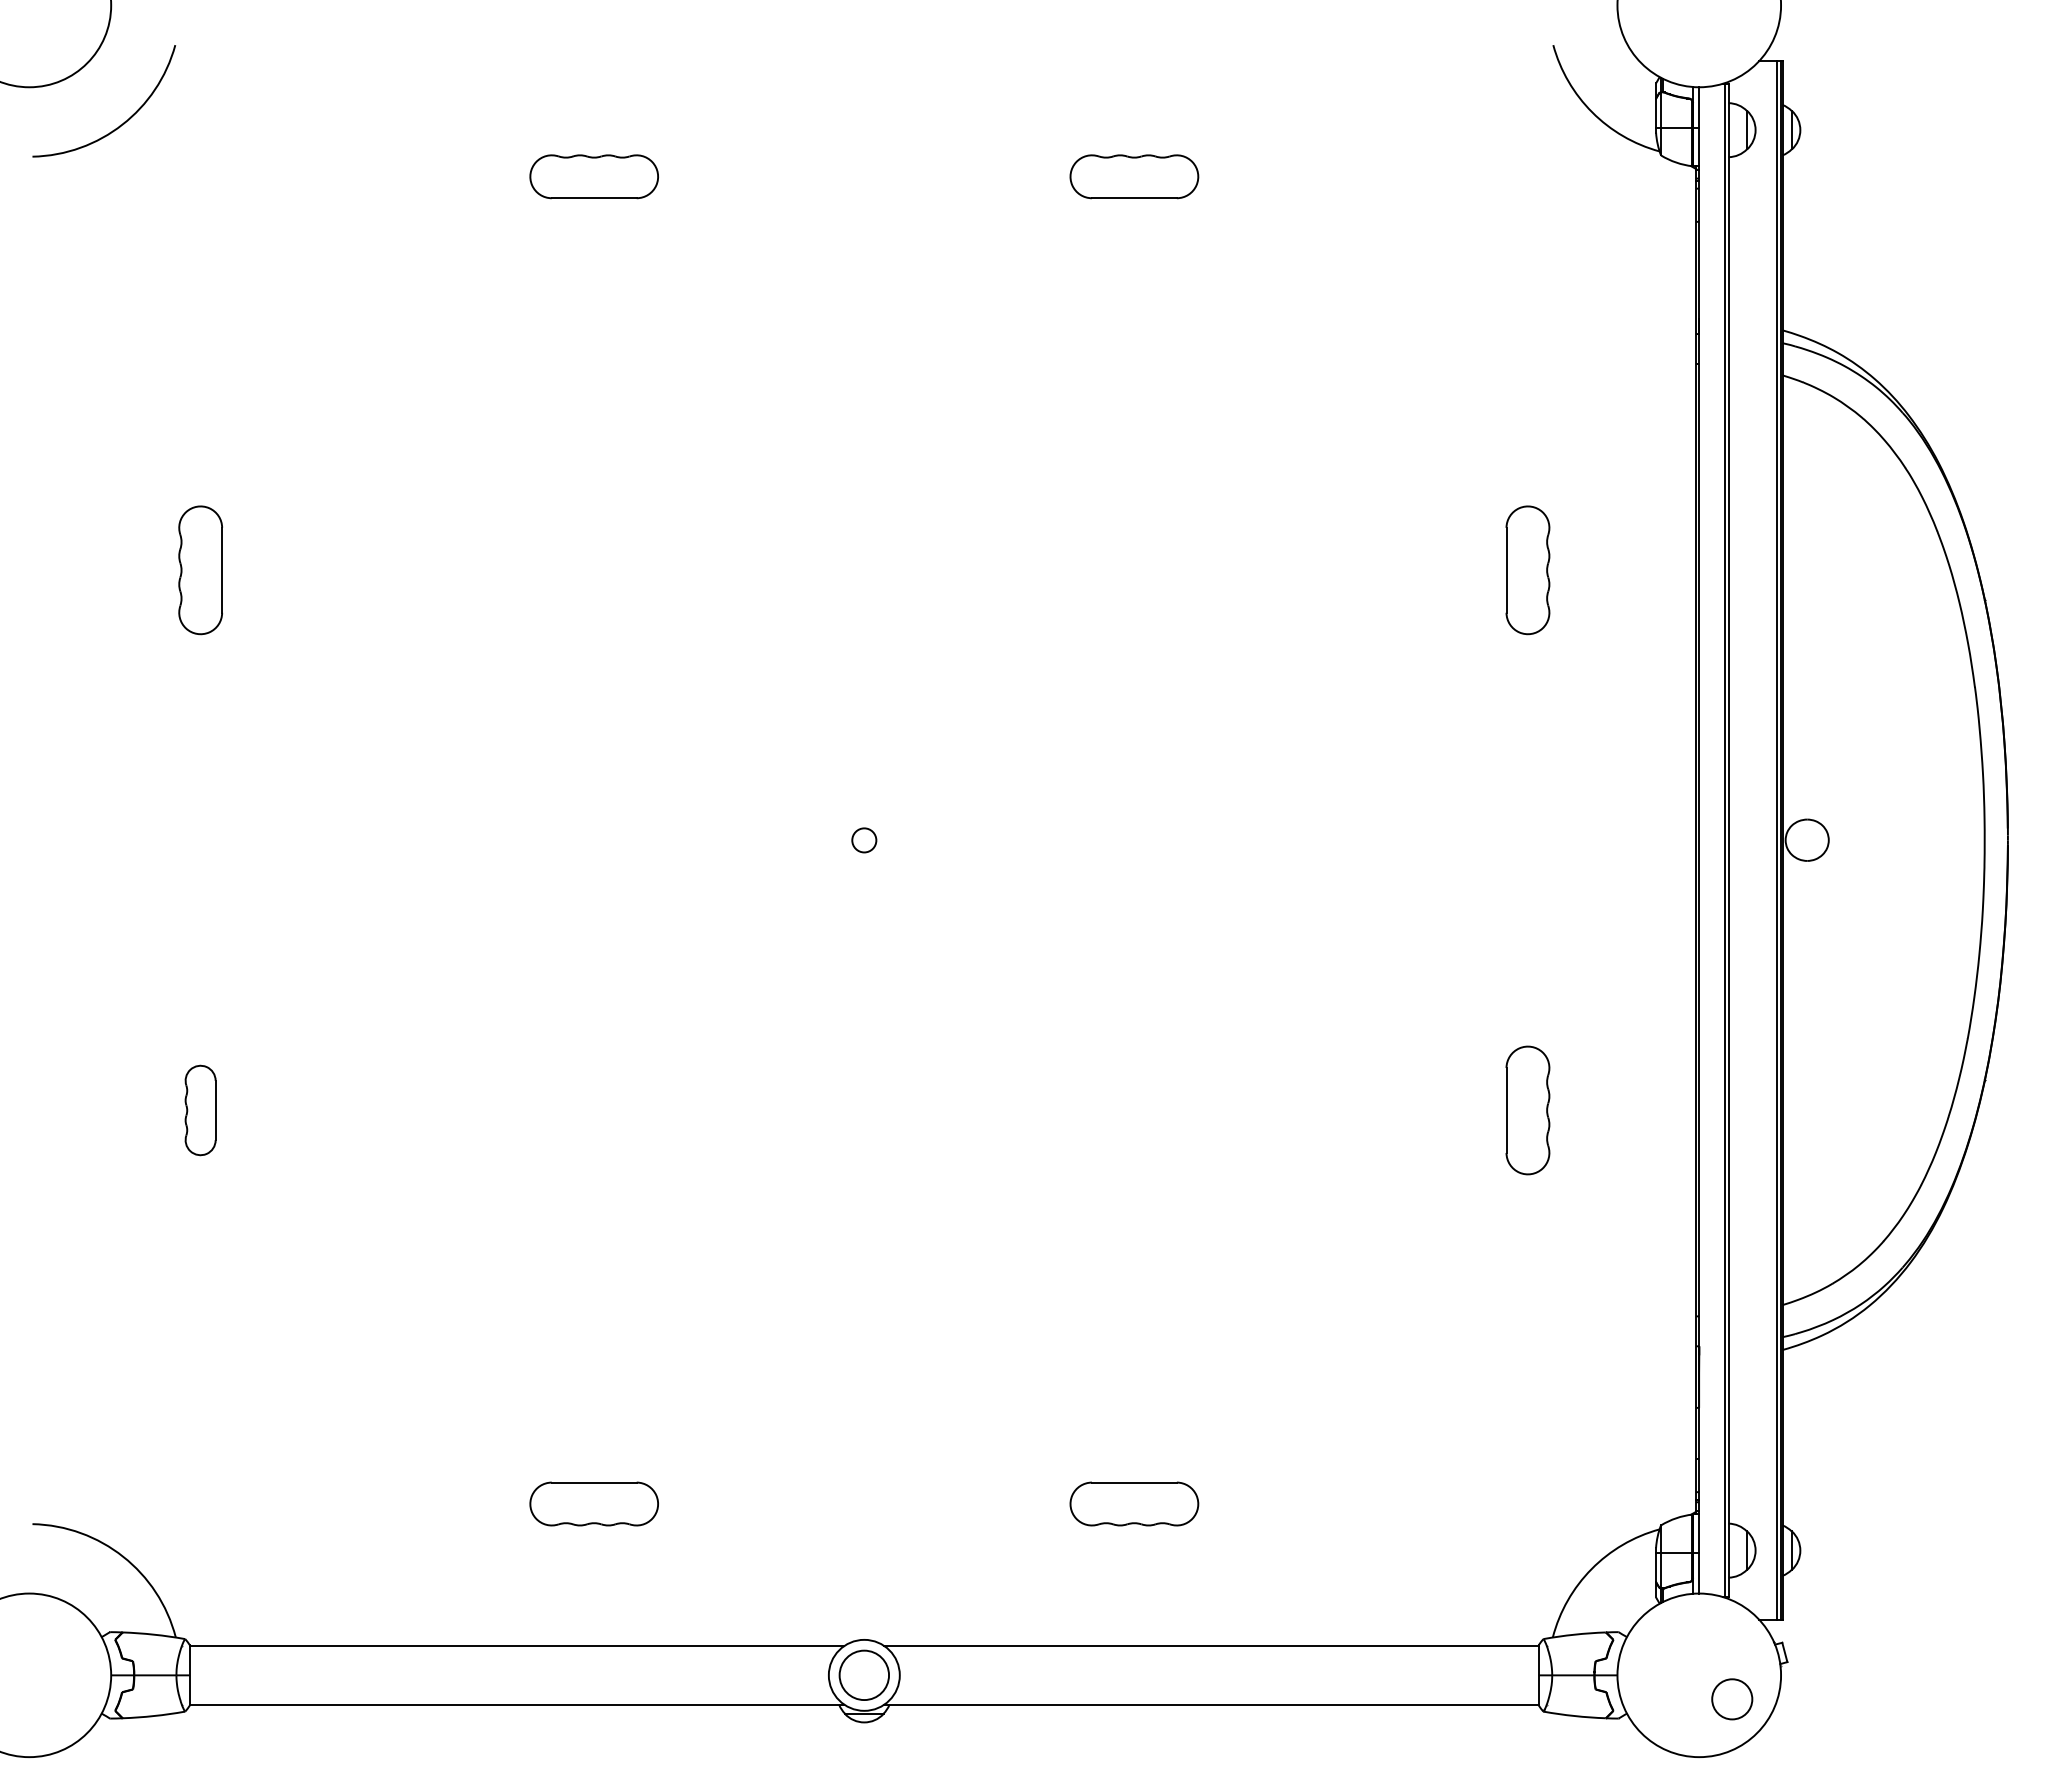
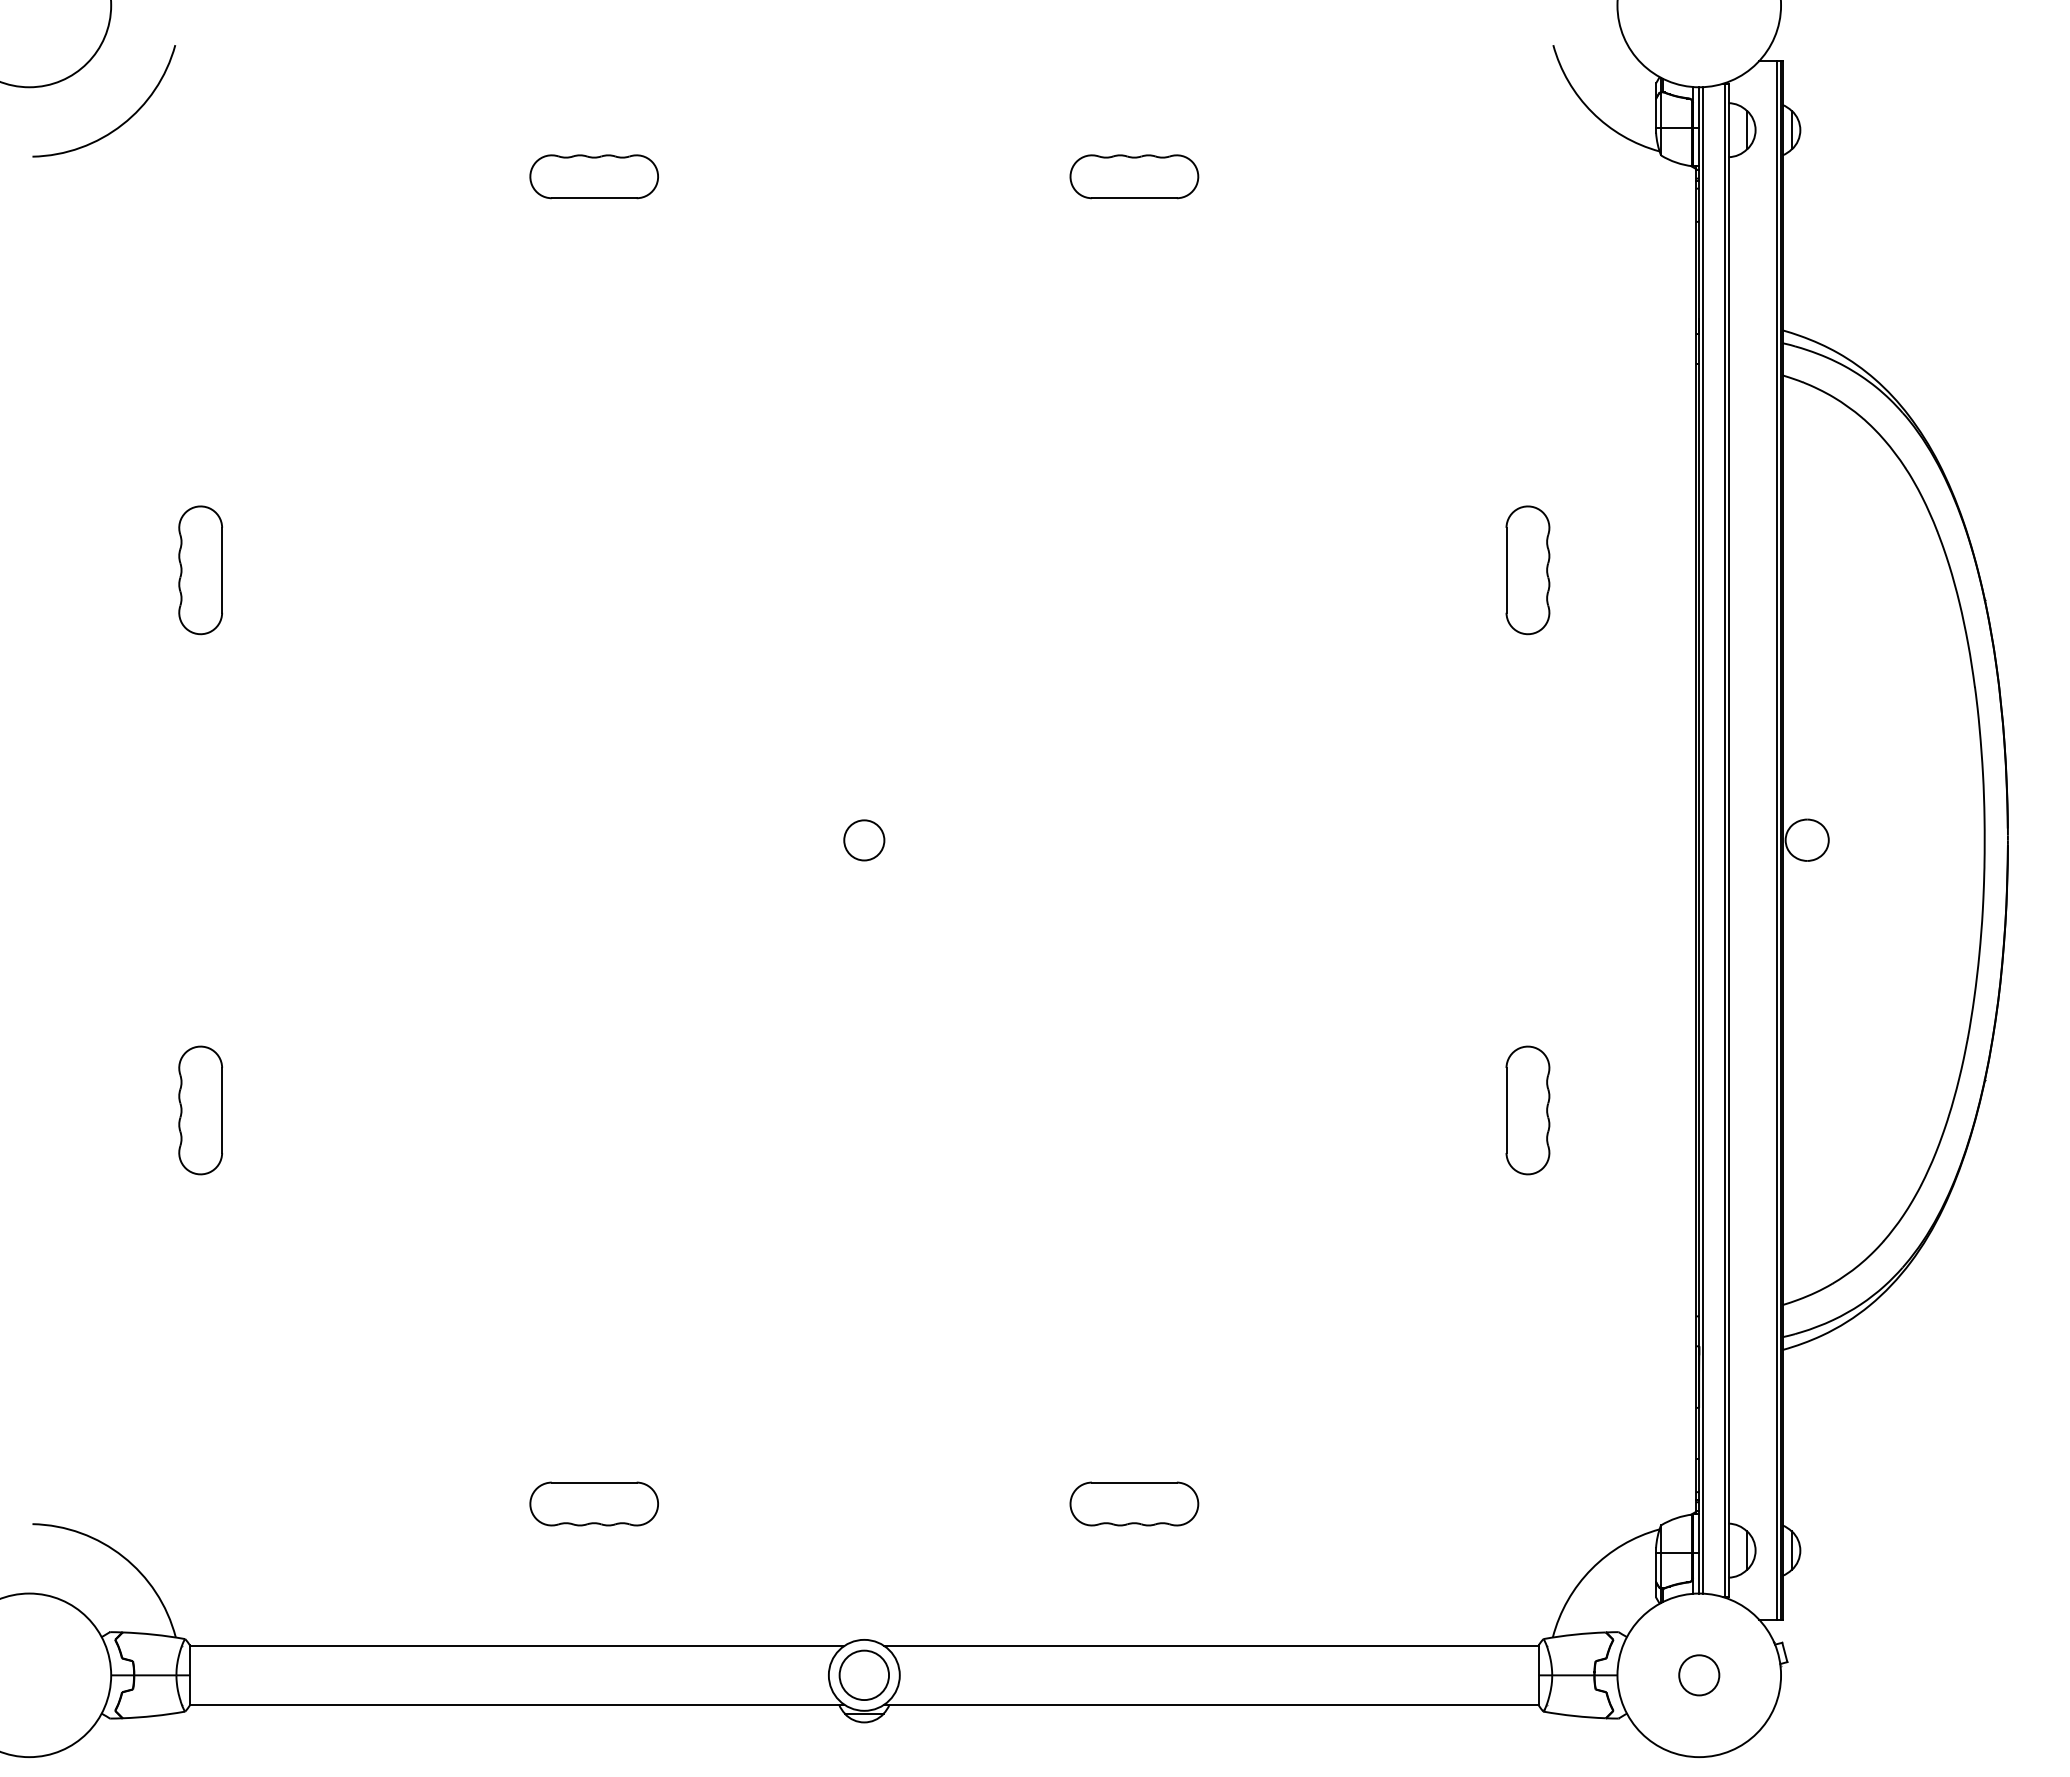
circle at (864, 840) diameter: 24 px -> 40 px
line at (1703, 840): none -> present
part at (200, 1110) size: 33x93 px -> 45x131 px
circle at (1732, 1699) position: (1732, 1699) -> (1699, 1675)
